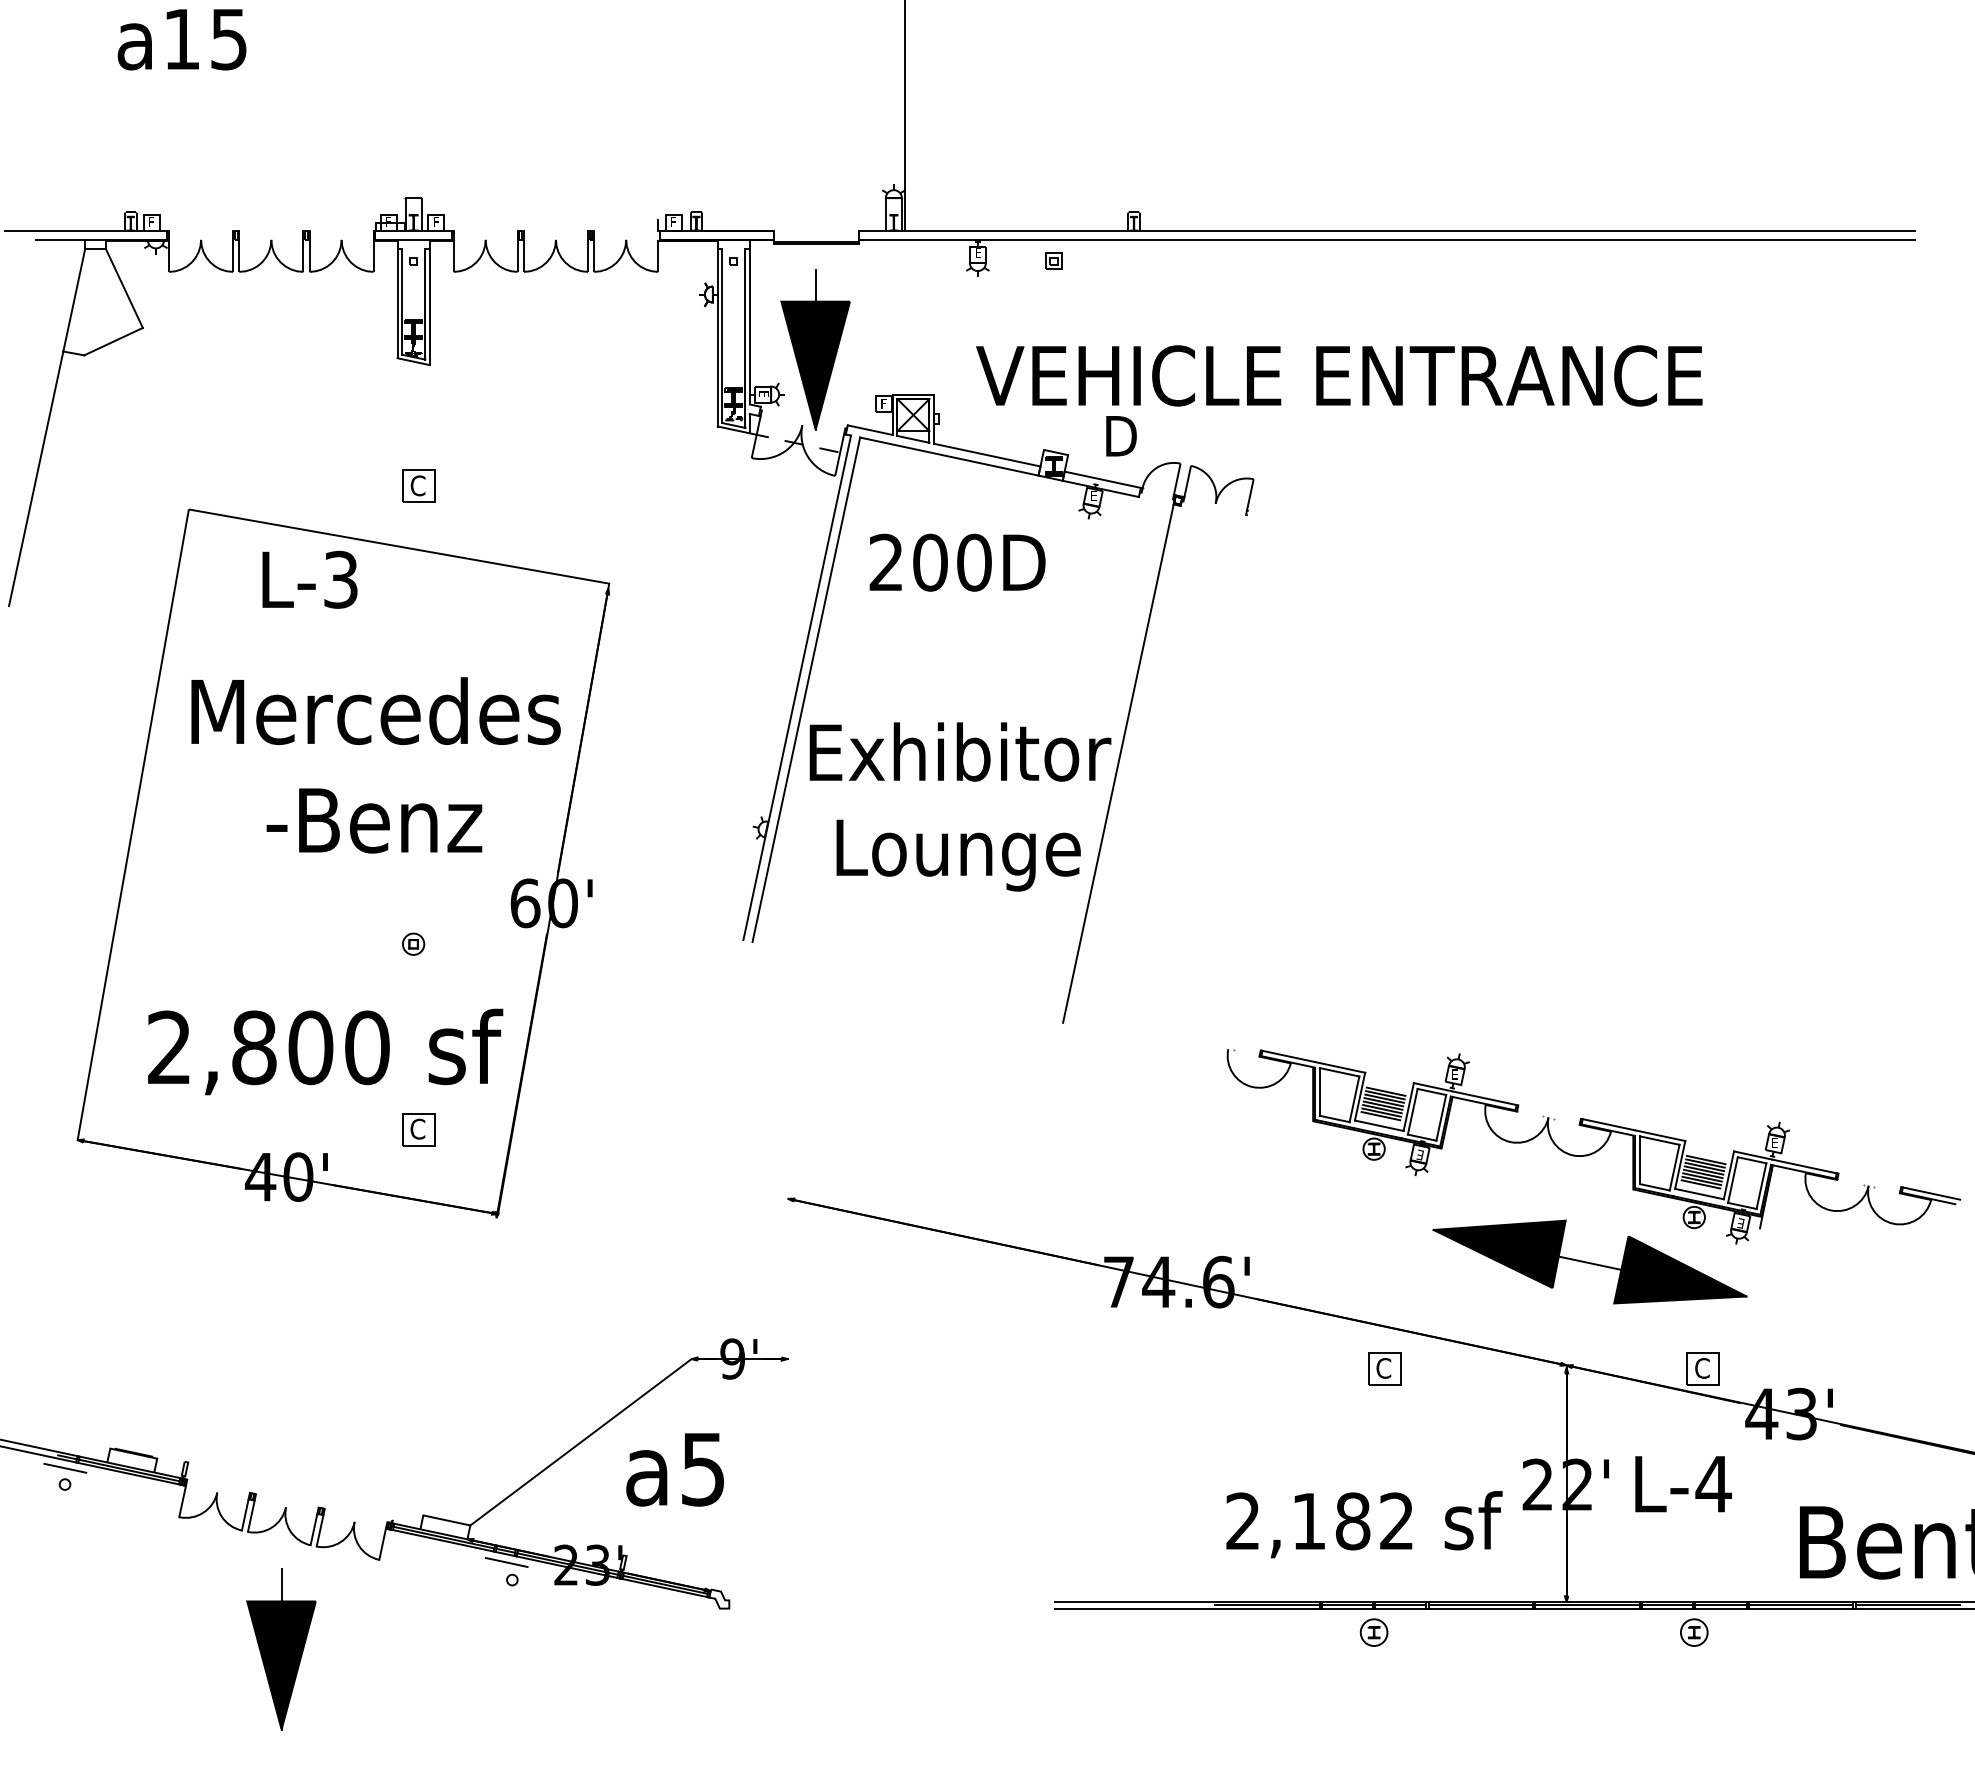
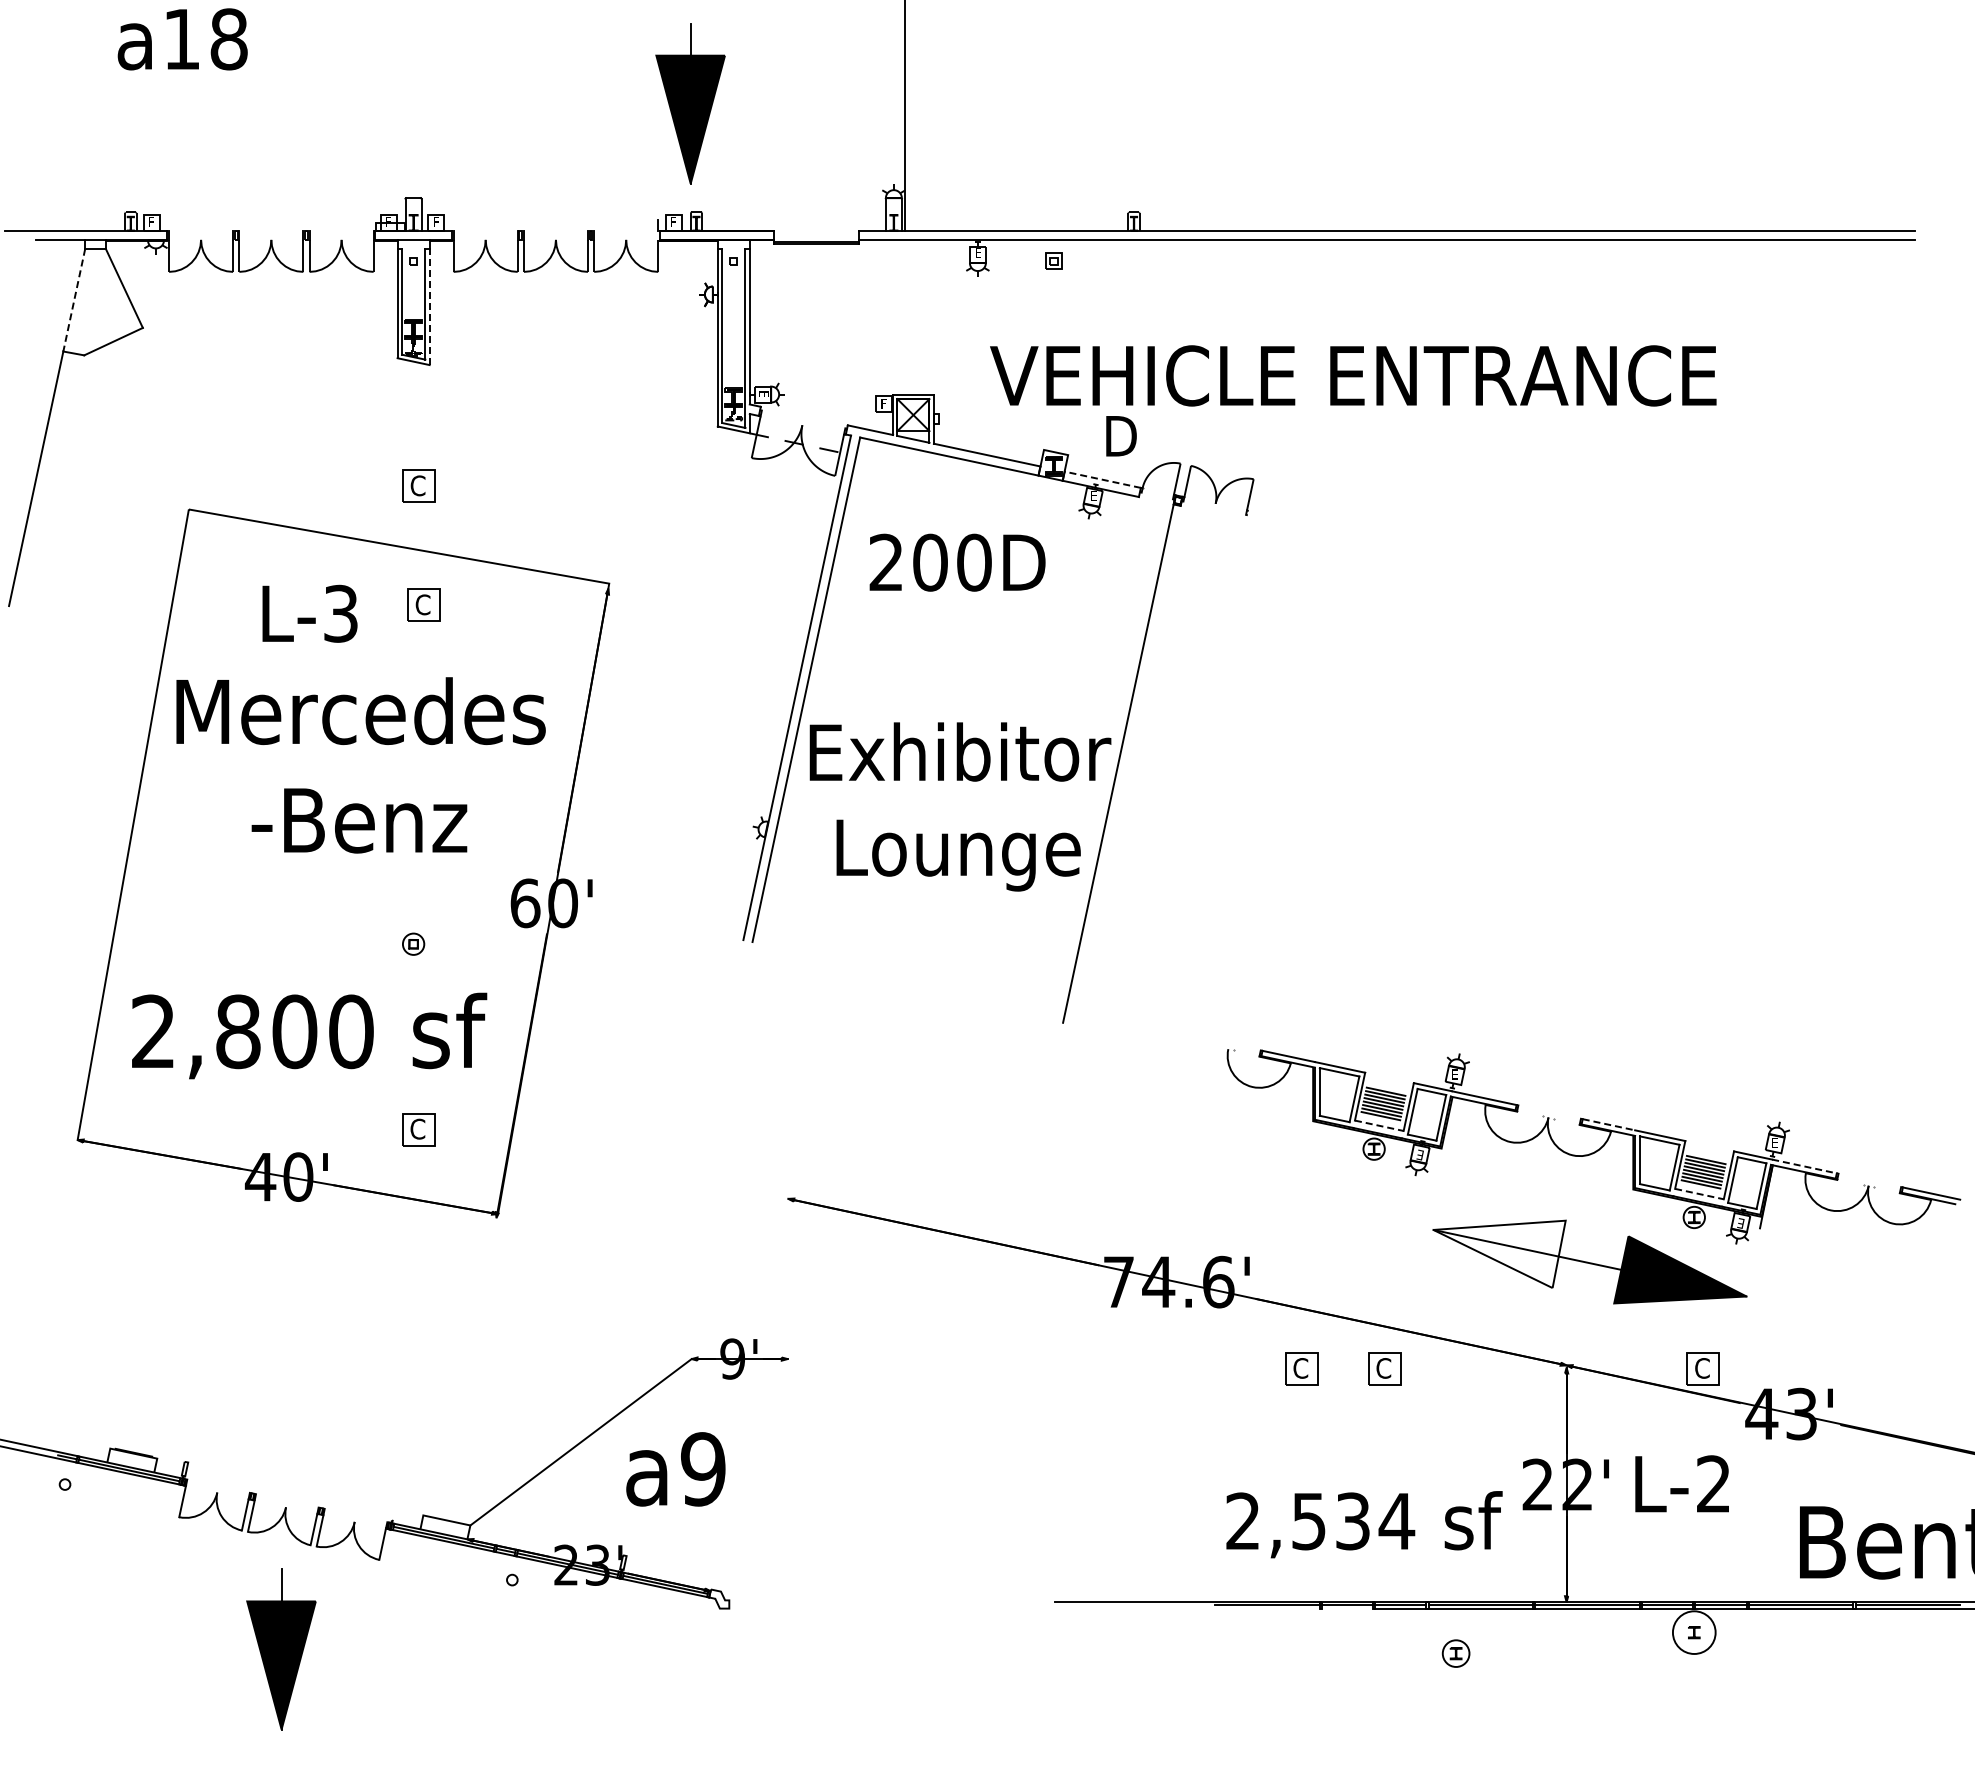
text at (228, 39): a15 -> a18
line at (74, 300): solid -> dashed
line at (429, 306): solid -> dashed
part at (815, 349) position: (815, 349) -> (690, 103)
text at (1339, 375) position: (1339, 375) -> (1353, 375)
line at (1102, 479): solid -> dashed
text at (309, 579) position: (309, 579) -> (309, 613)
part at (423, 604): none -> present
text at (375, 765) position: (375, 765) -> (360, 765)
text at (325, 1051) position: (325, 1051) -> (309, 1035)
line at (1608, 1124): solid -> dashed
line at (1379, 1125): solid -> dashed
line at (1804, 1166): solid -> dashed
line at (1699, 1194): solid -> dashed
fill at (1499, 1254): present -> none
part at (1301, 1368): none -> present
line at (65, 1467): present -> none
text at (703, 1469): a5 -> a9
text at (1713, 1483): L-4 -> L-2
text at (1353, 1521): 2,182 -> 2,534
line at (506, 1562): present -> none
line at (1214, 1608): present -> none
part at (1373, 1632) position: (1373, 1632) -> (1455, 1653)
circle at (1693, 1632) diameter: 27 px -> 43 px
